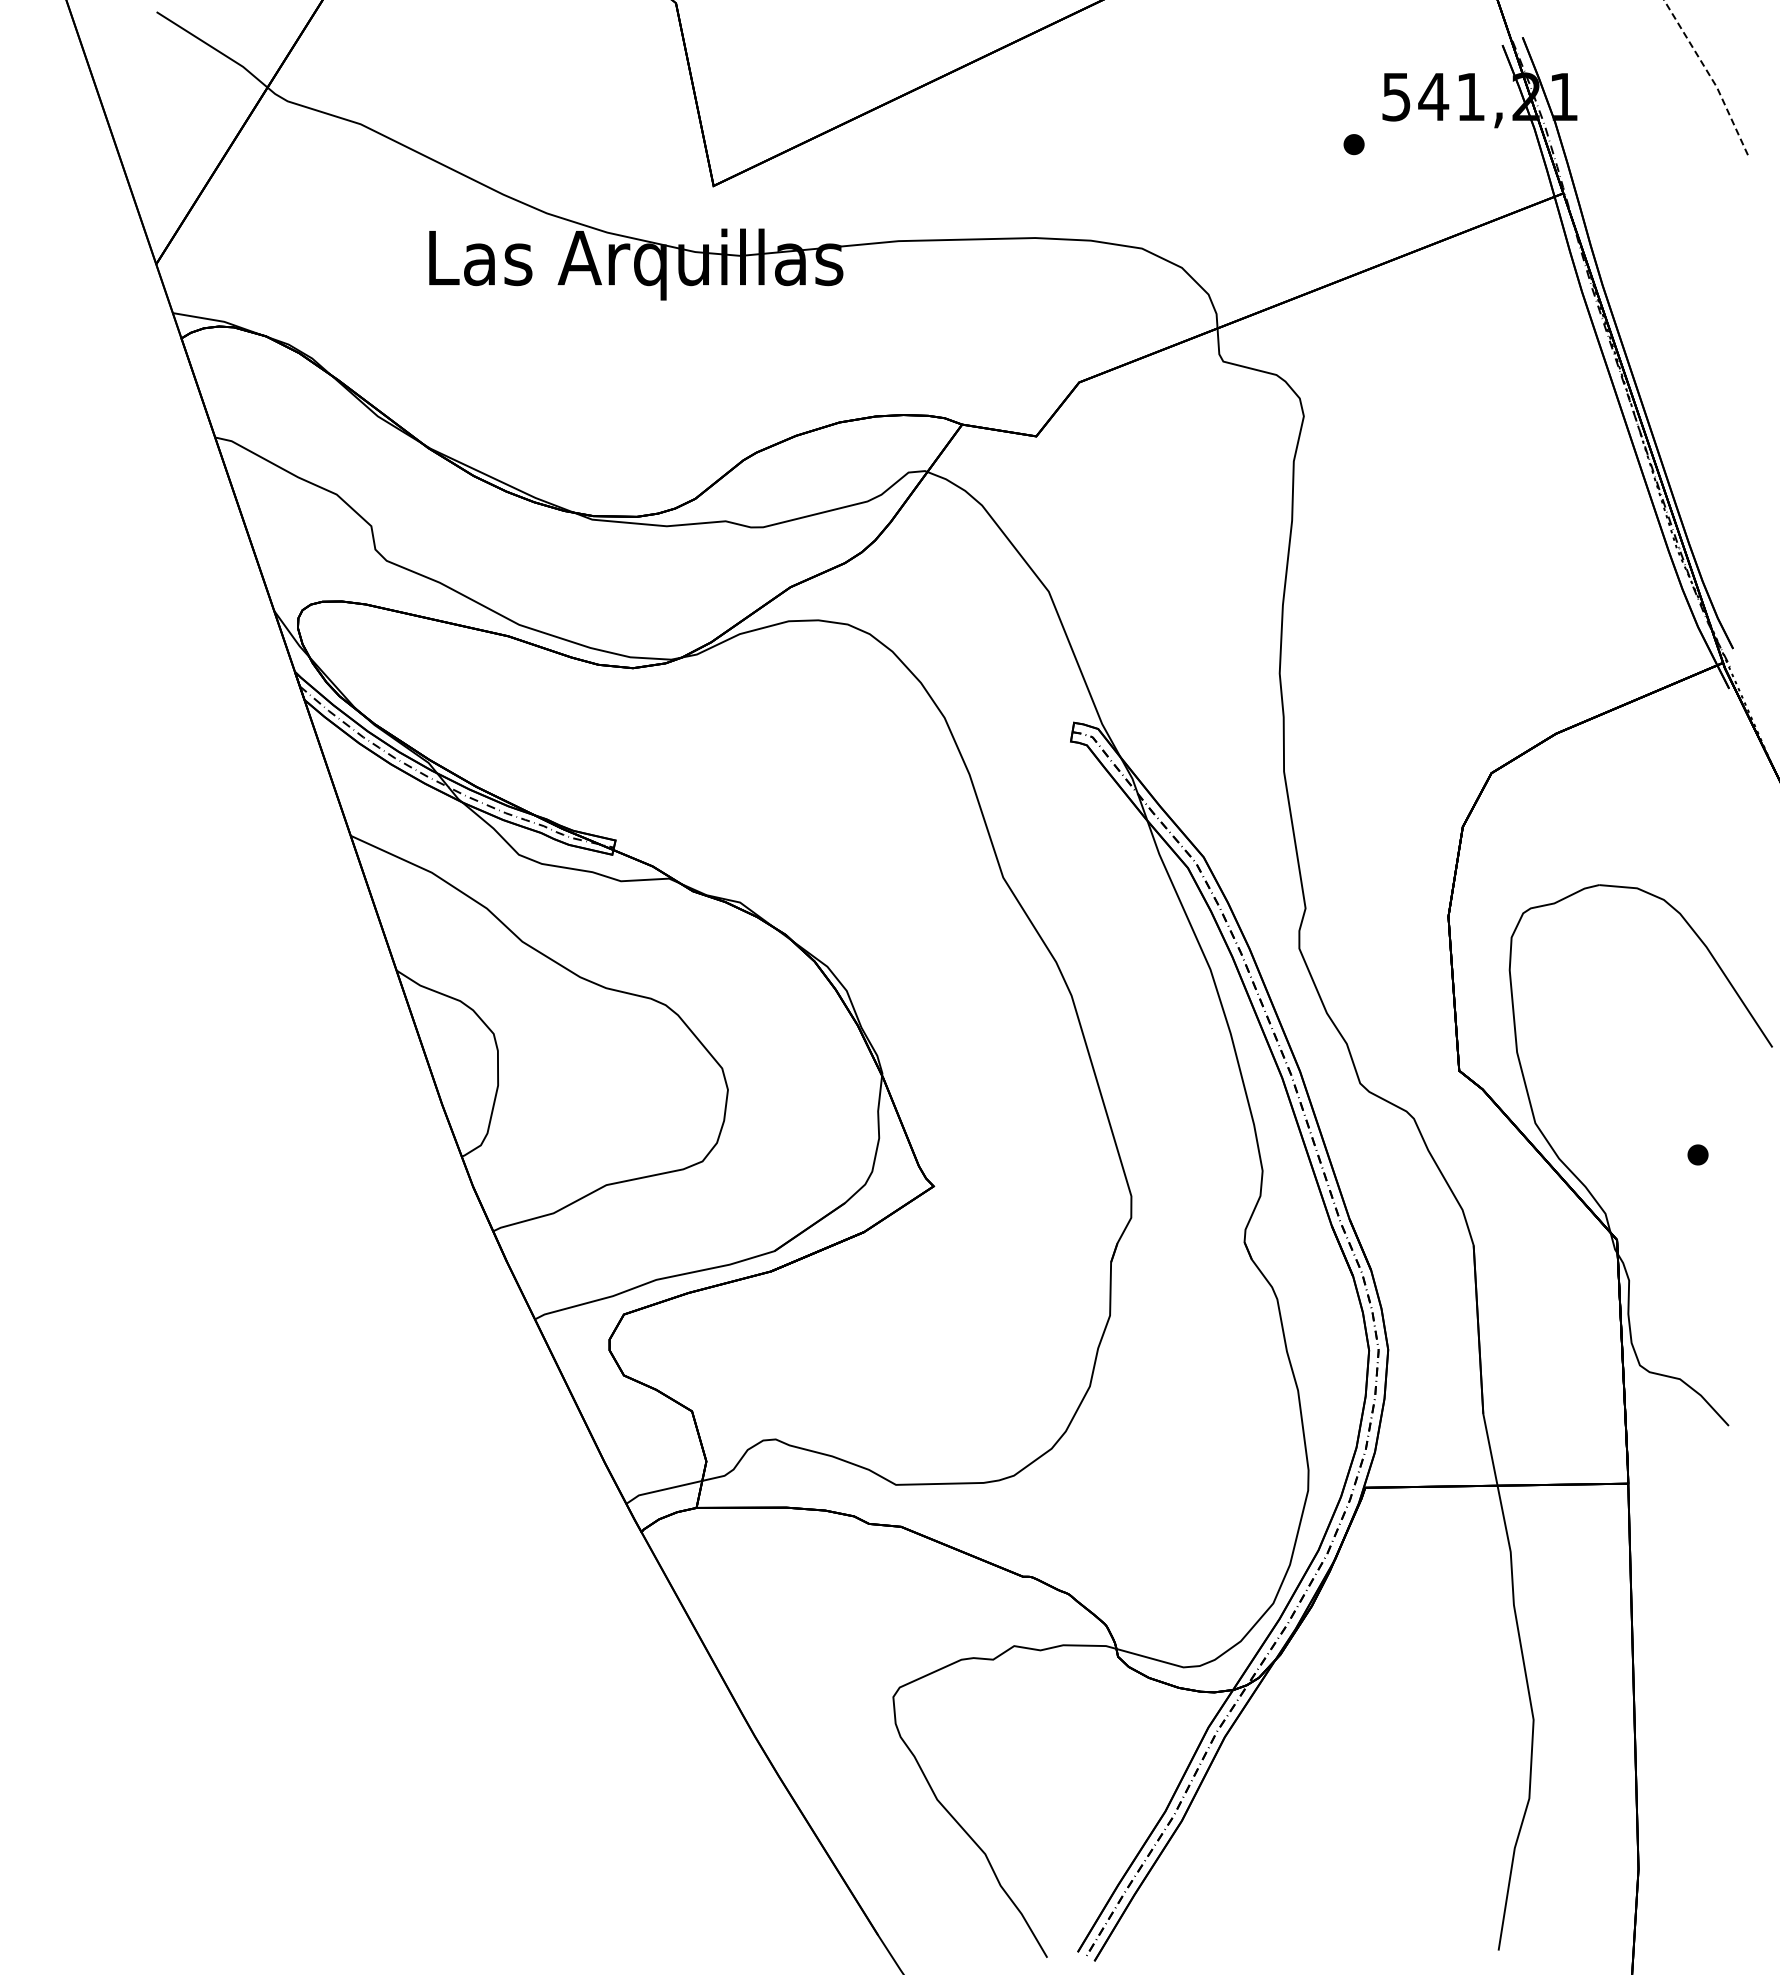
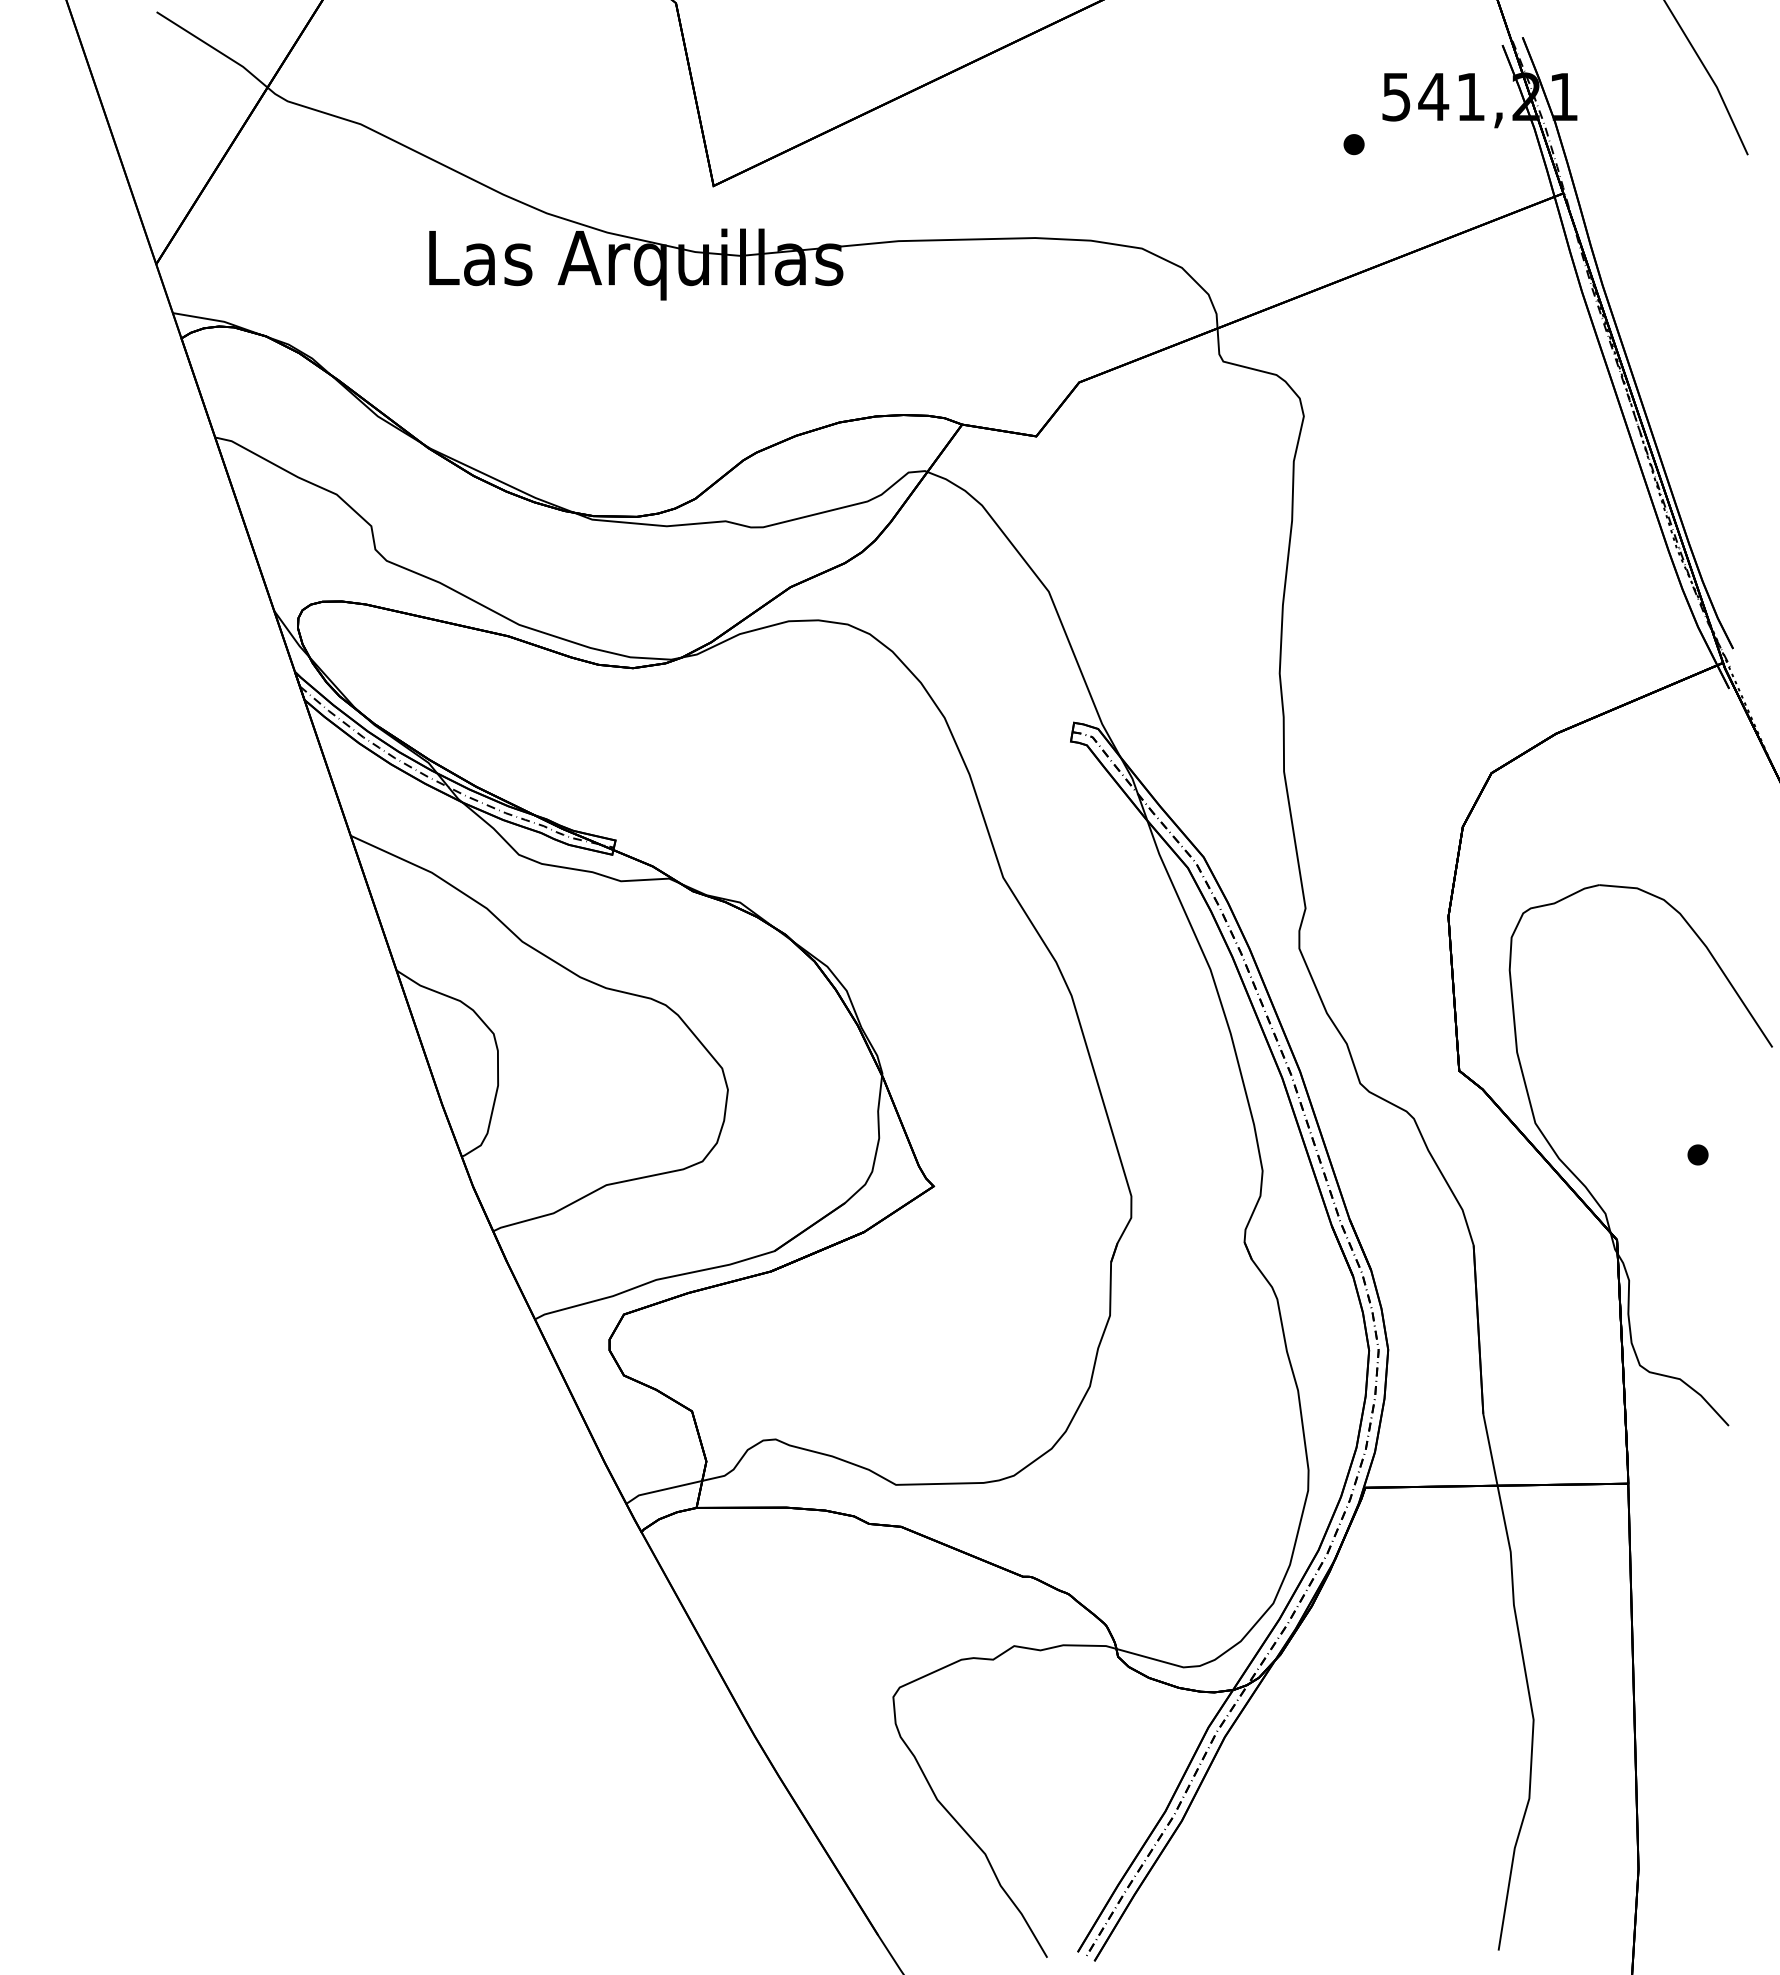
line at (1710, 76): dashed -> solid
